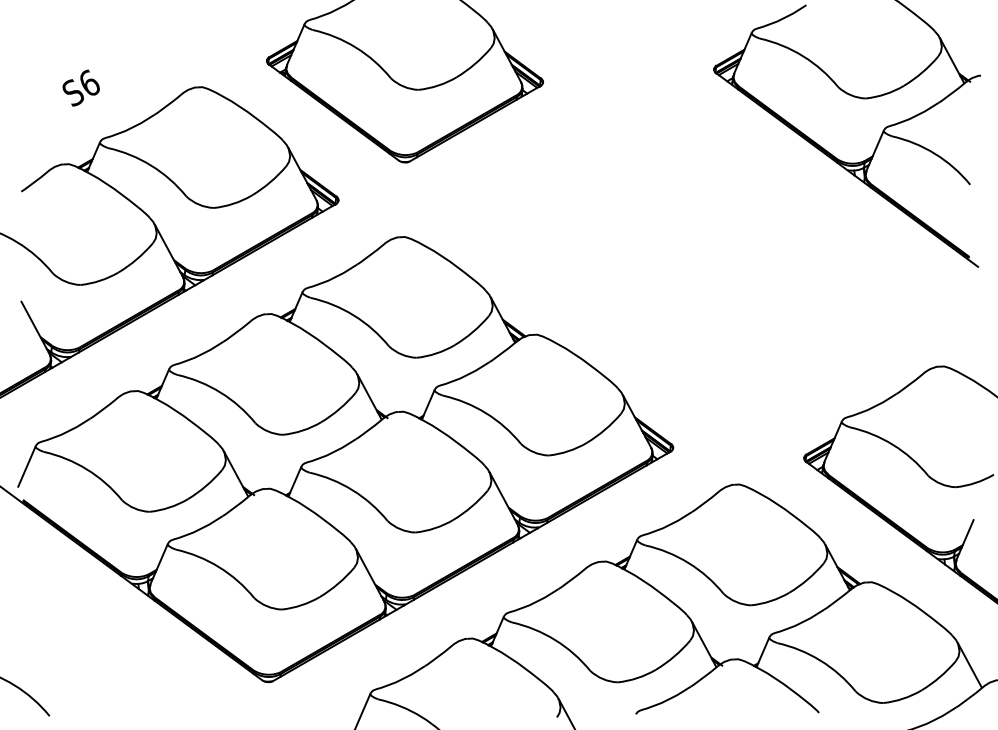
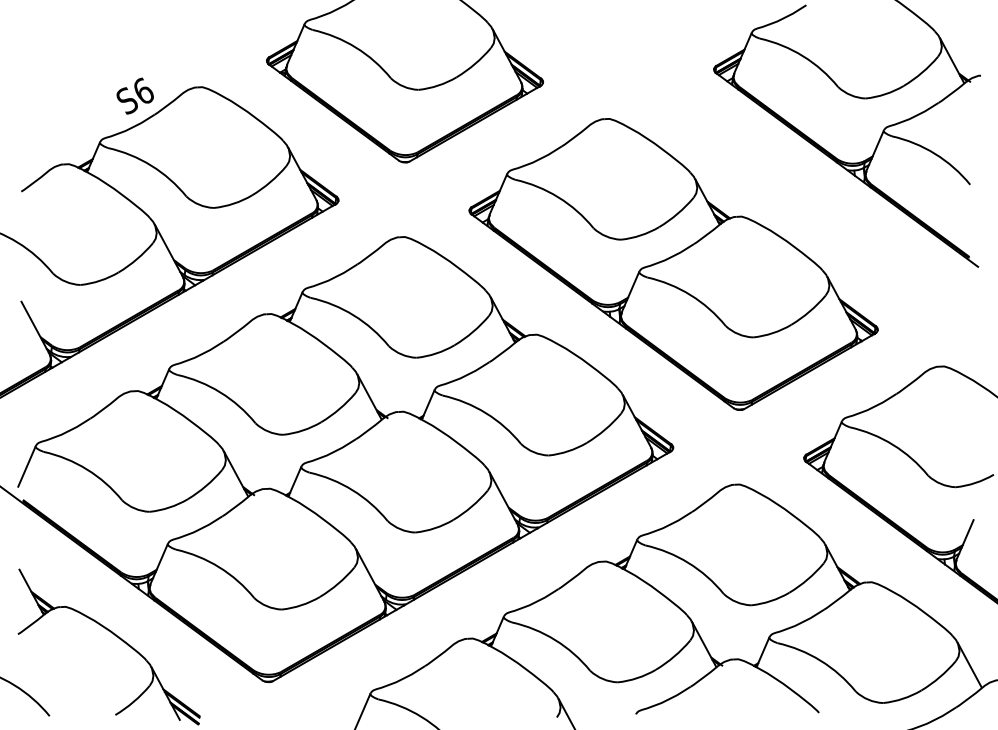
text at (80, 87) position: (80, 87) -> (134, 95)
part at (673, 264): none -> present
part at (115, 636): none -> present
